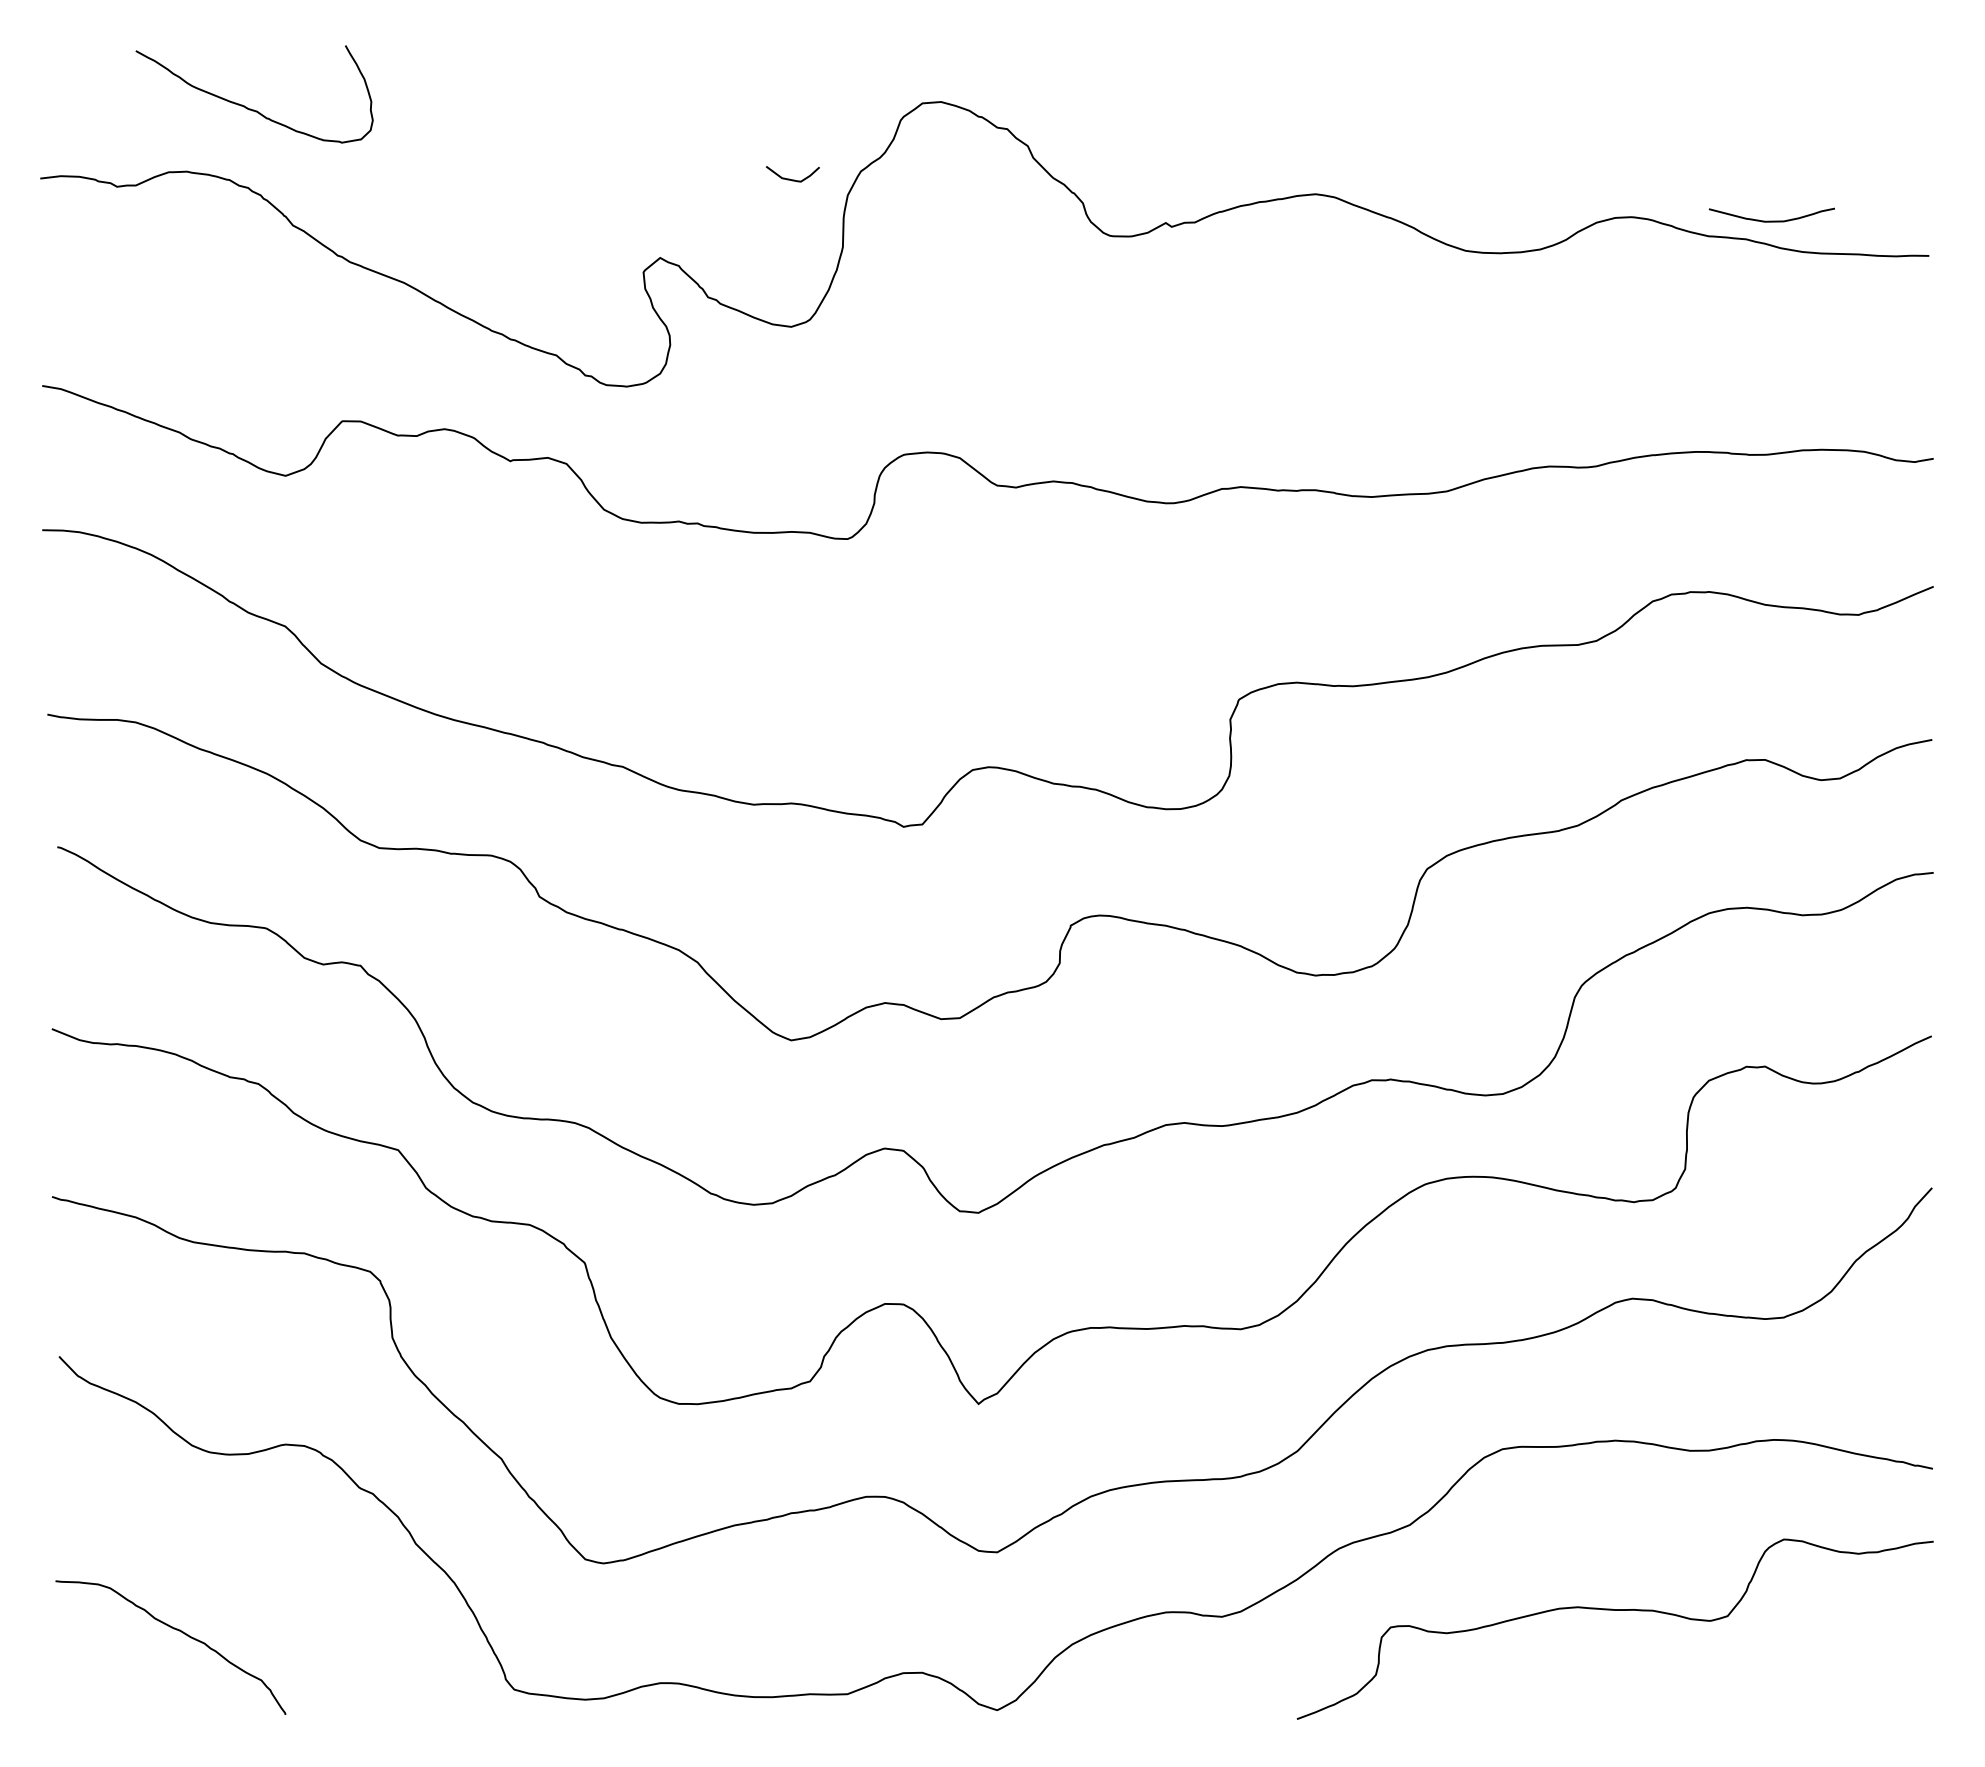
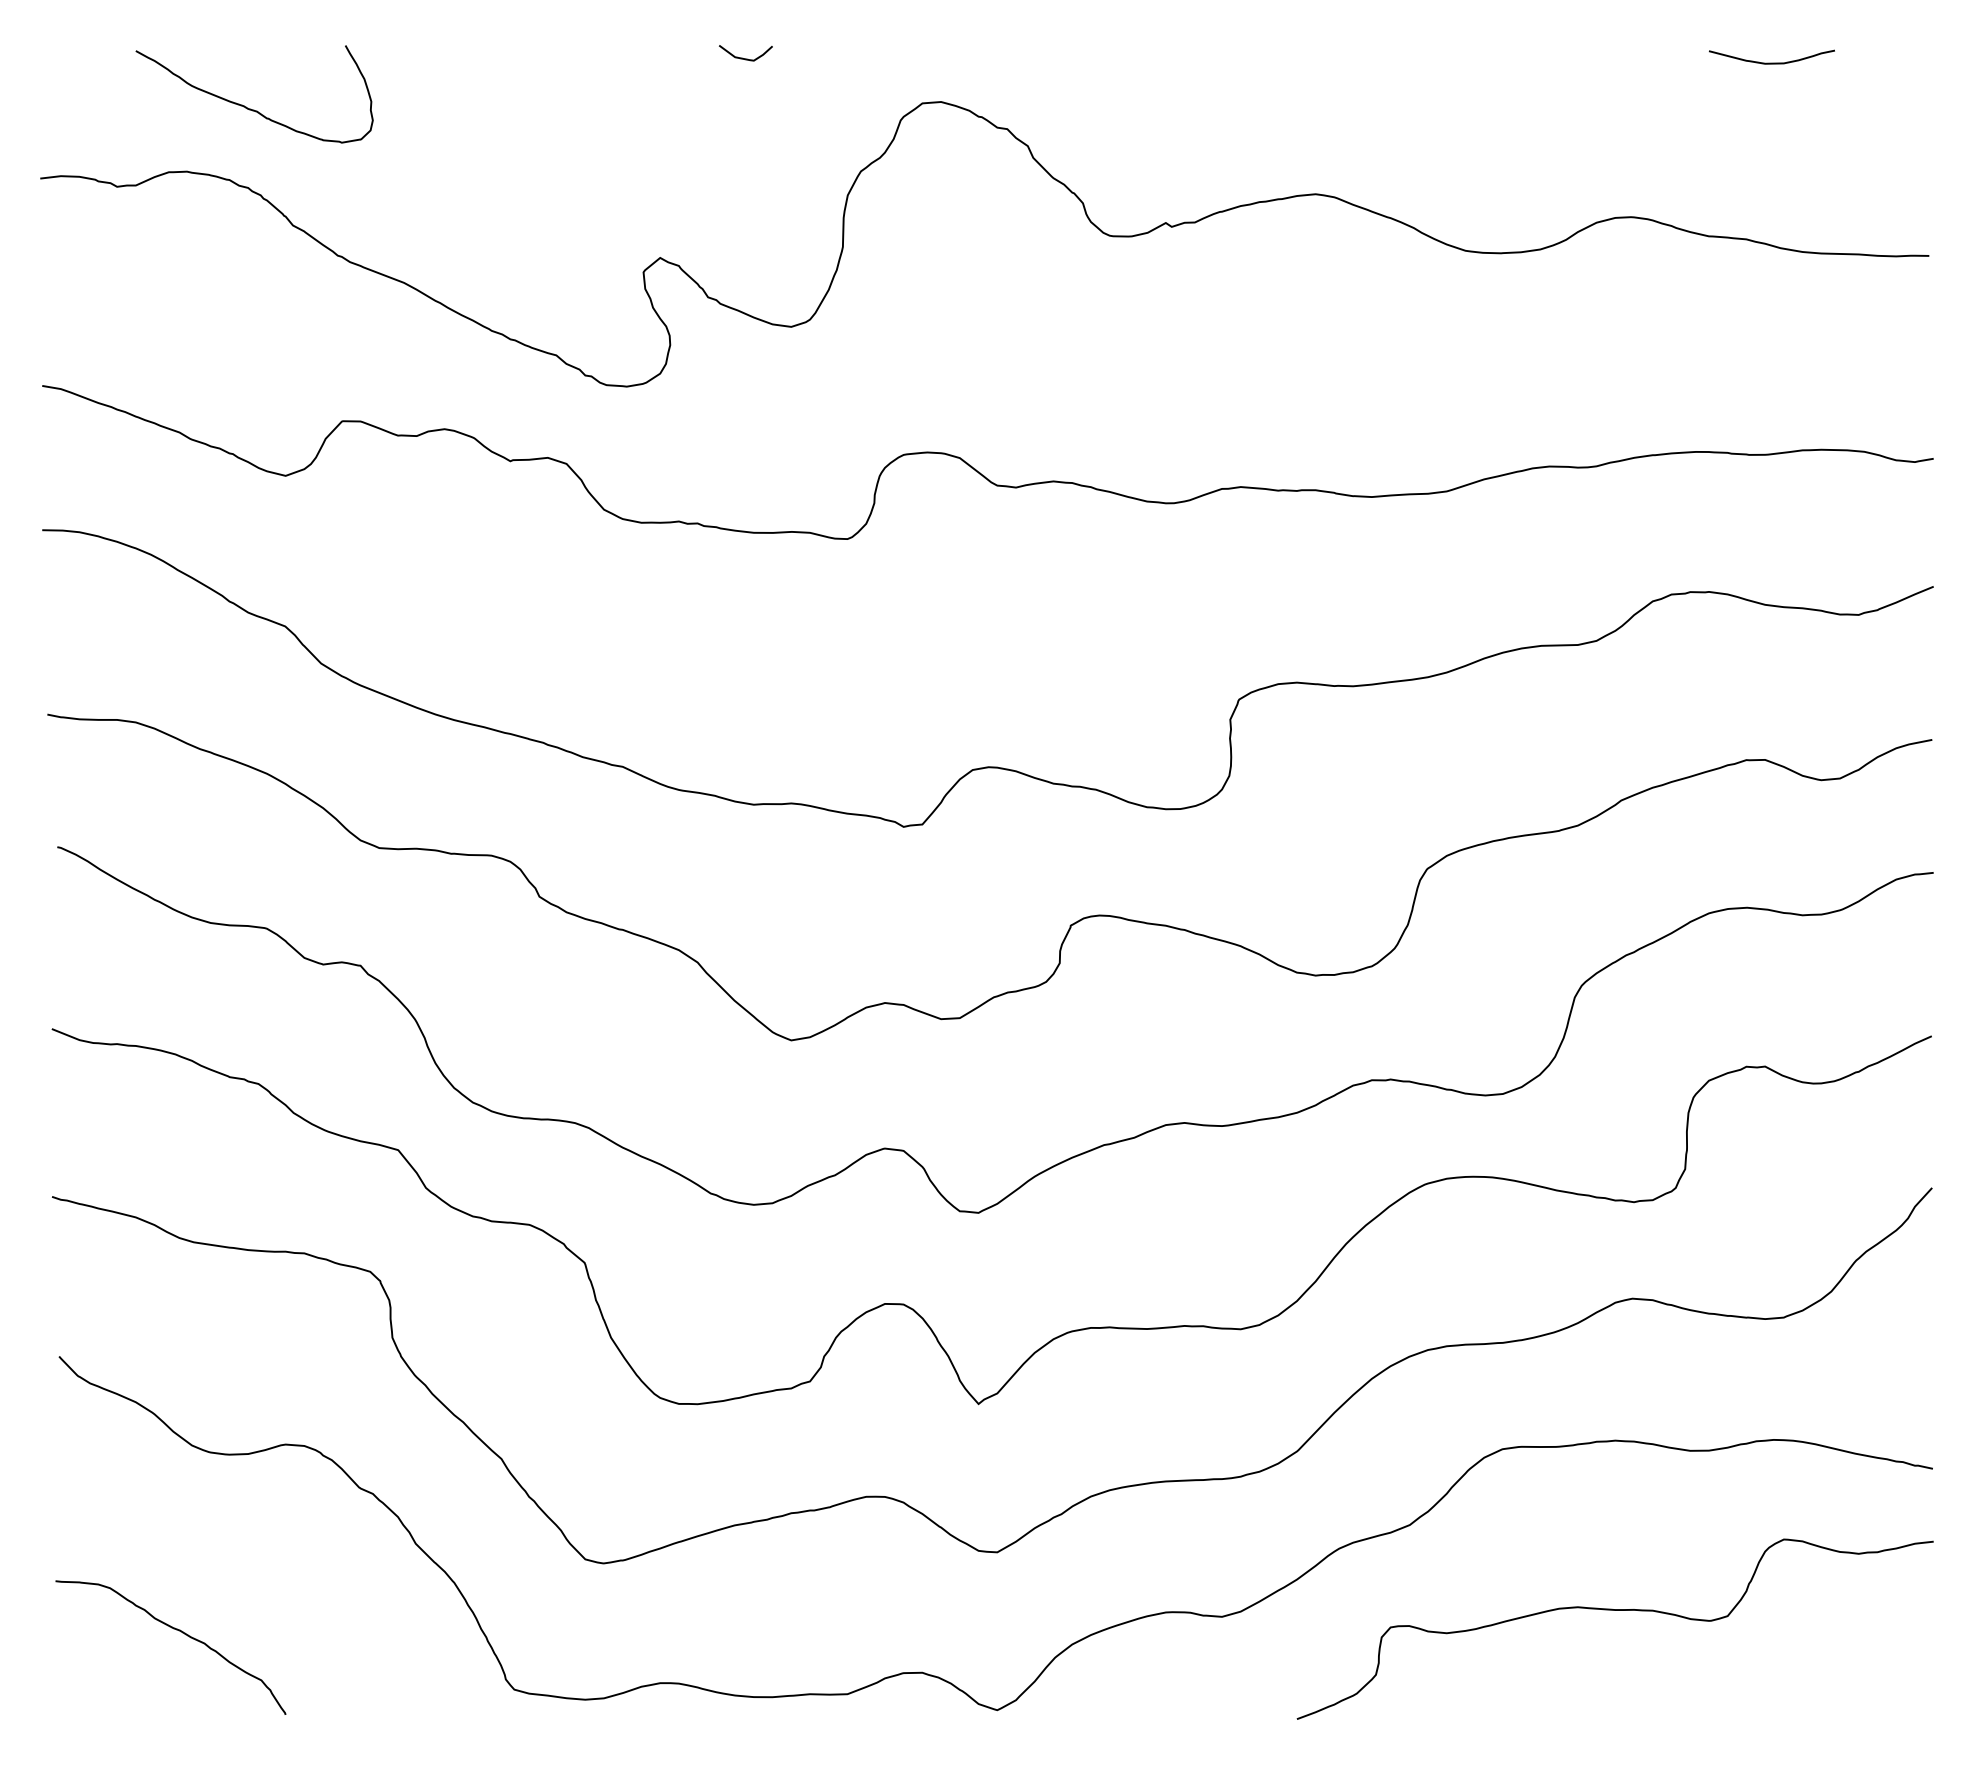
curve at (789, 178) position: (789, 178) -> (742, 57)
curve at (1771, 220) position: (1771, 220) -> (1771, 62)
